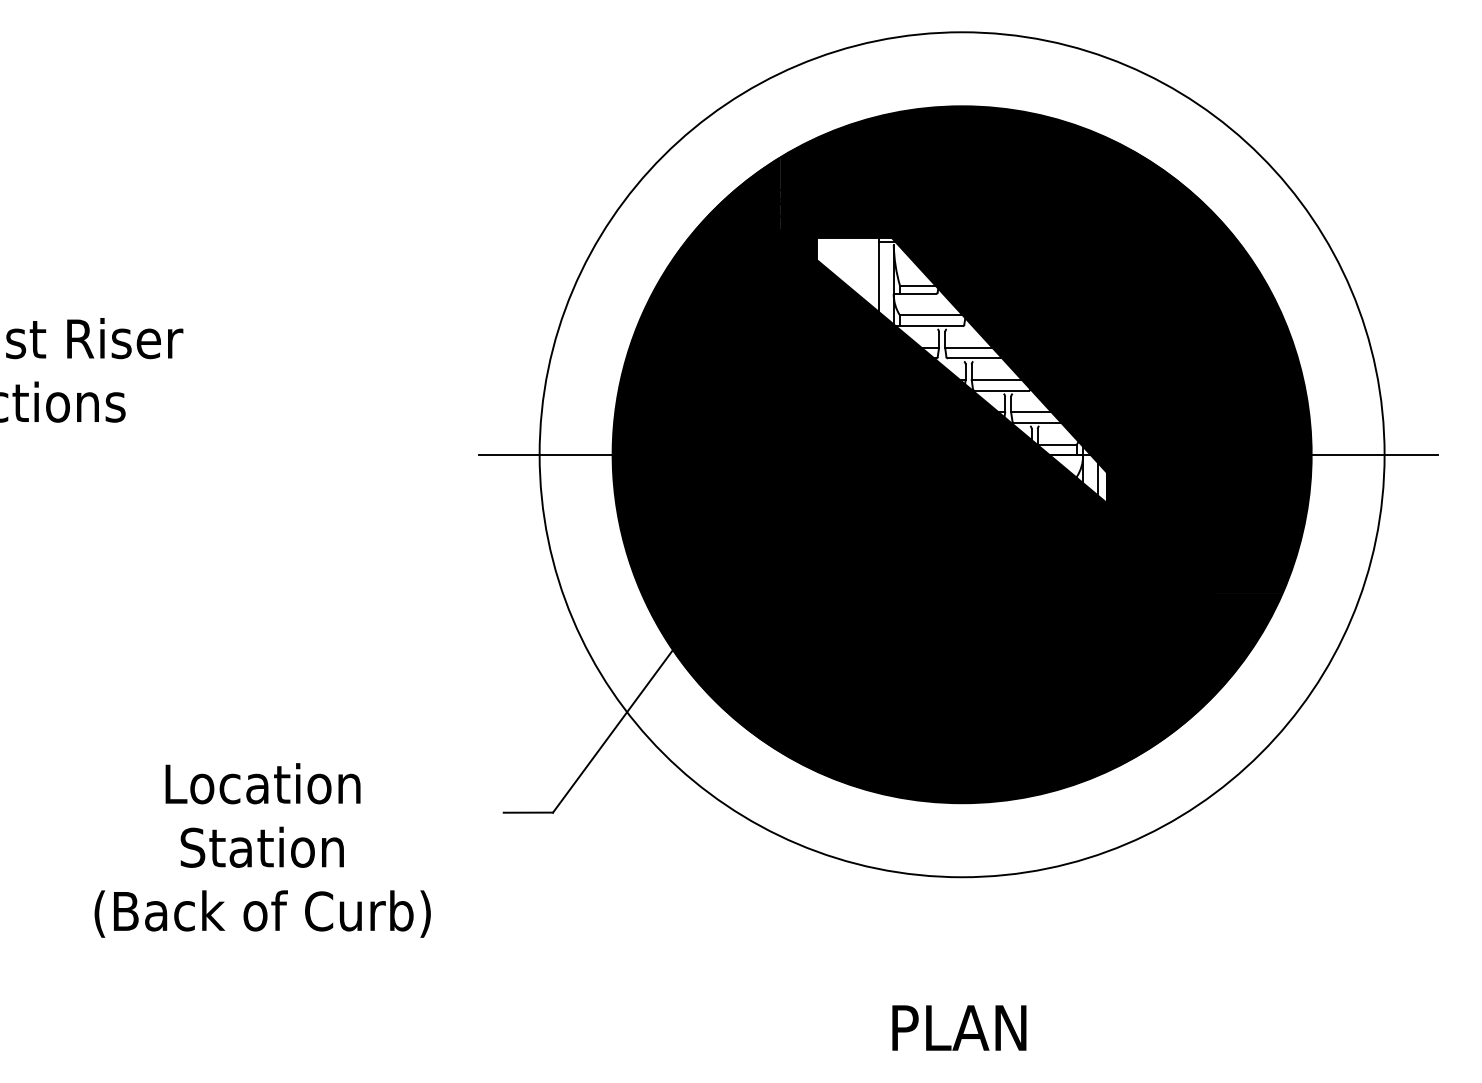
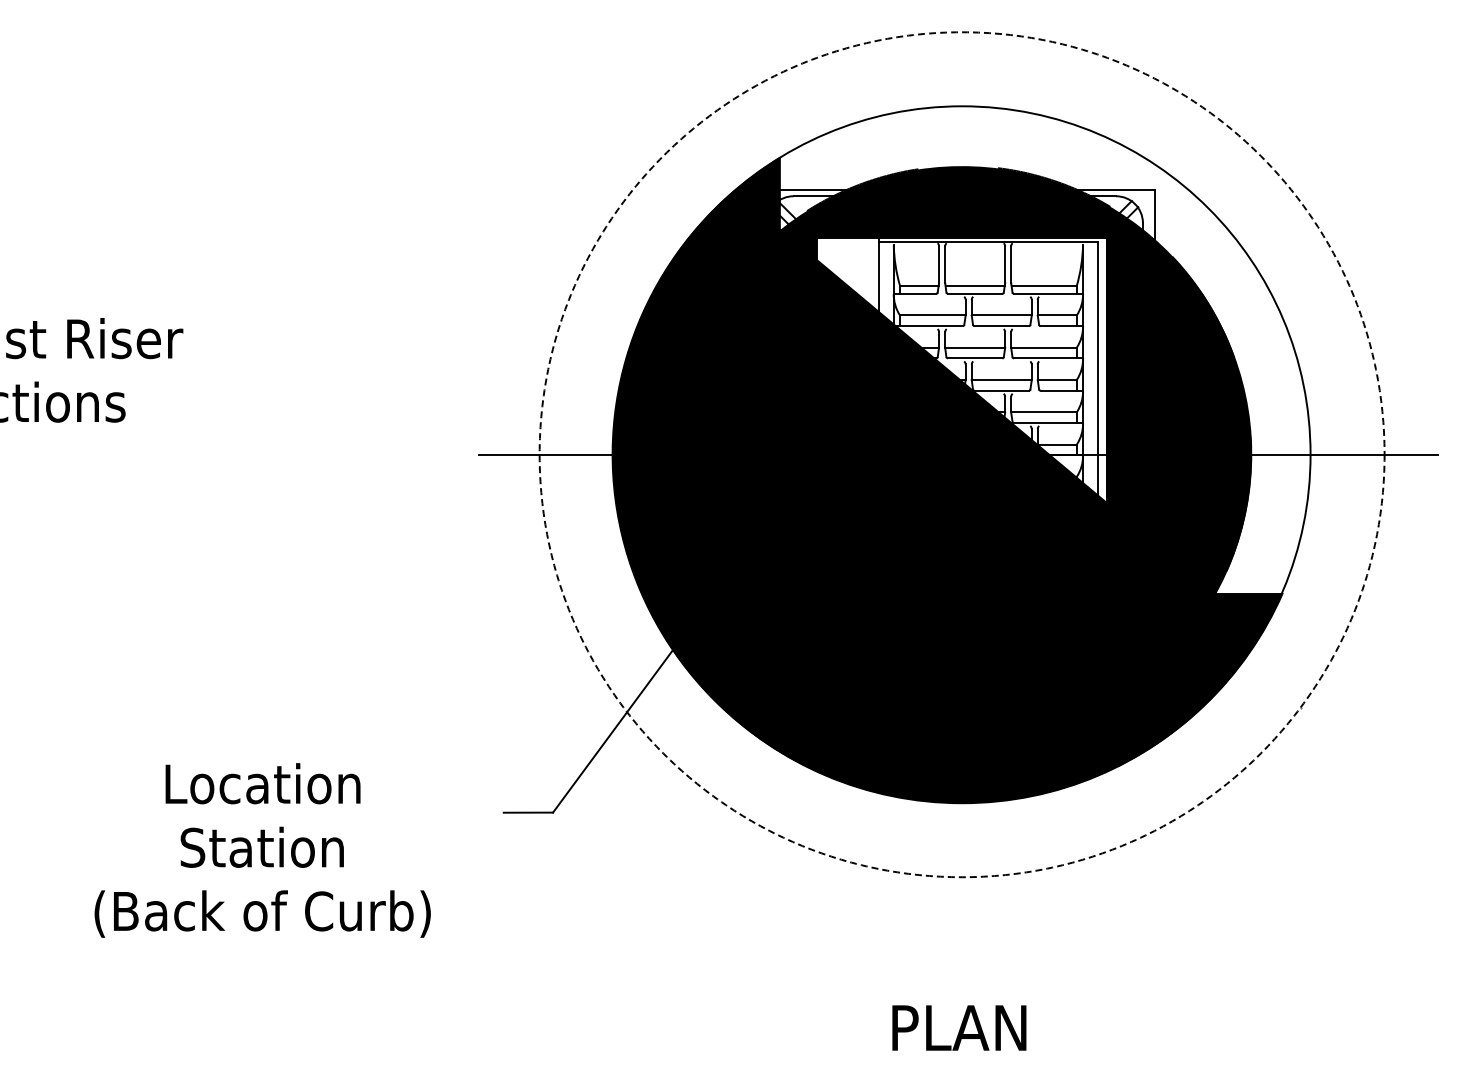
fill at (1046, 349): present -> none
circle at (961, 454): solid -> dashed
